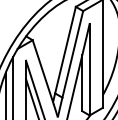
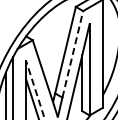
line at (72, 53): solid -> dashed
line at (35, 89): solid -> dashed
